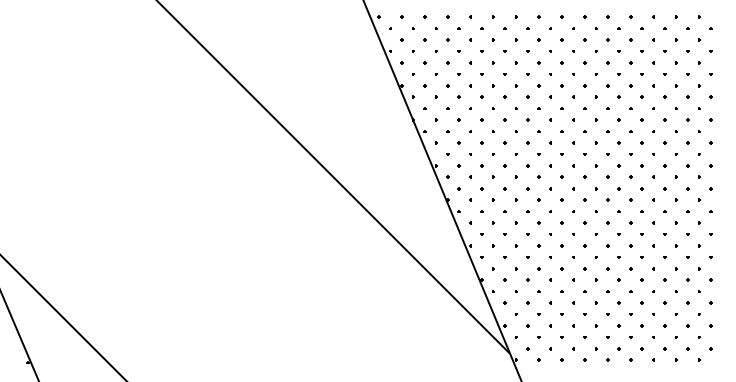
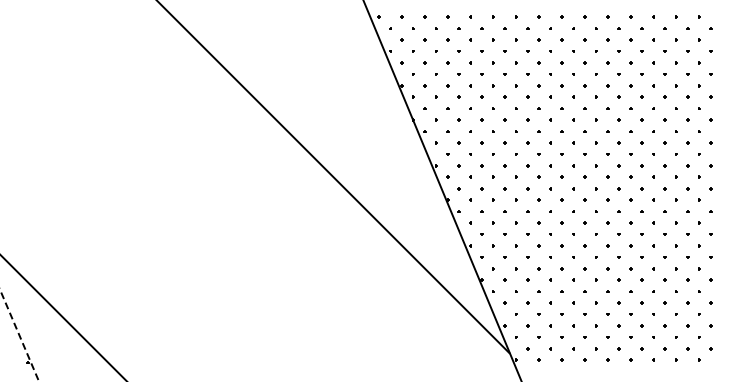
line at (19, 335): solid -> dashed
